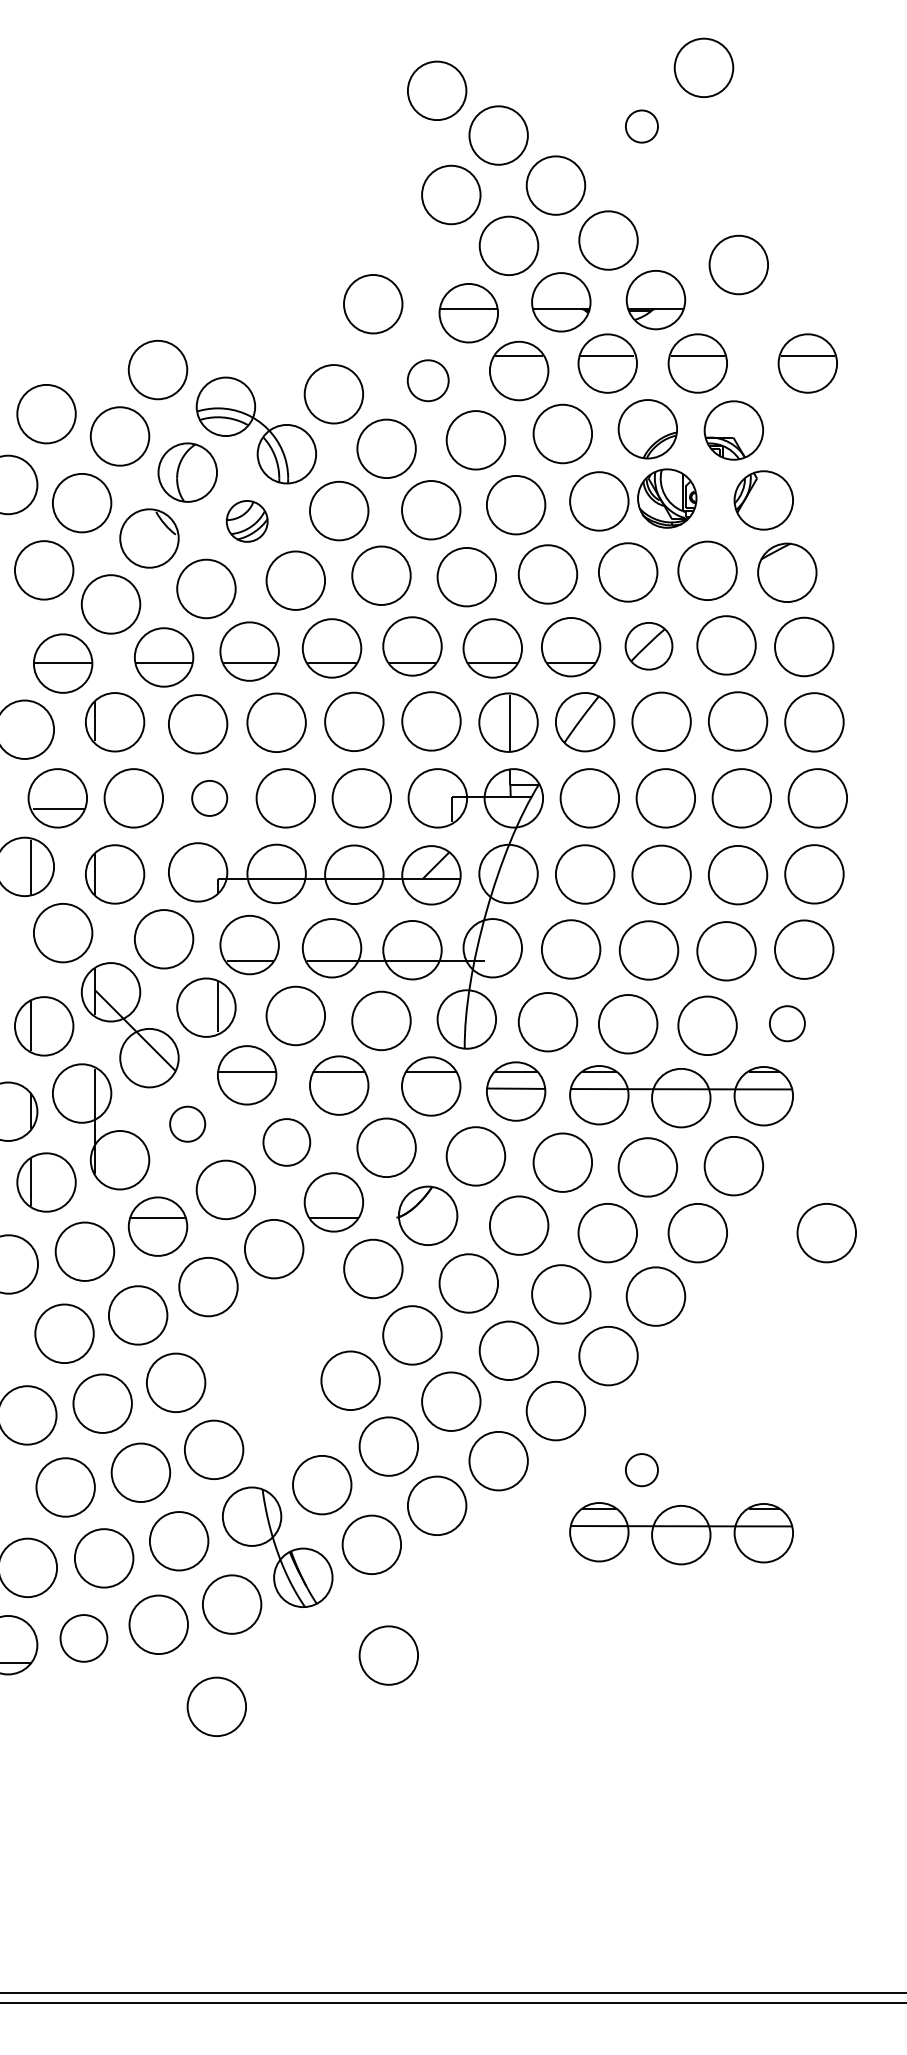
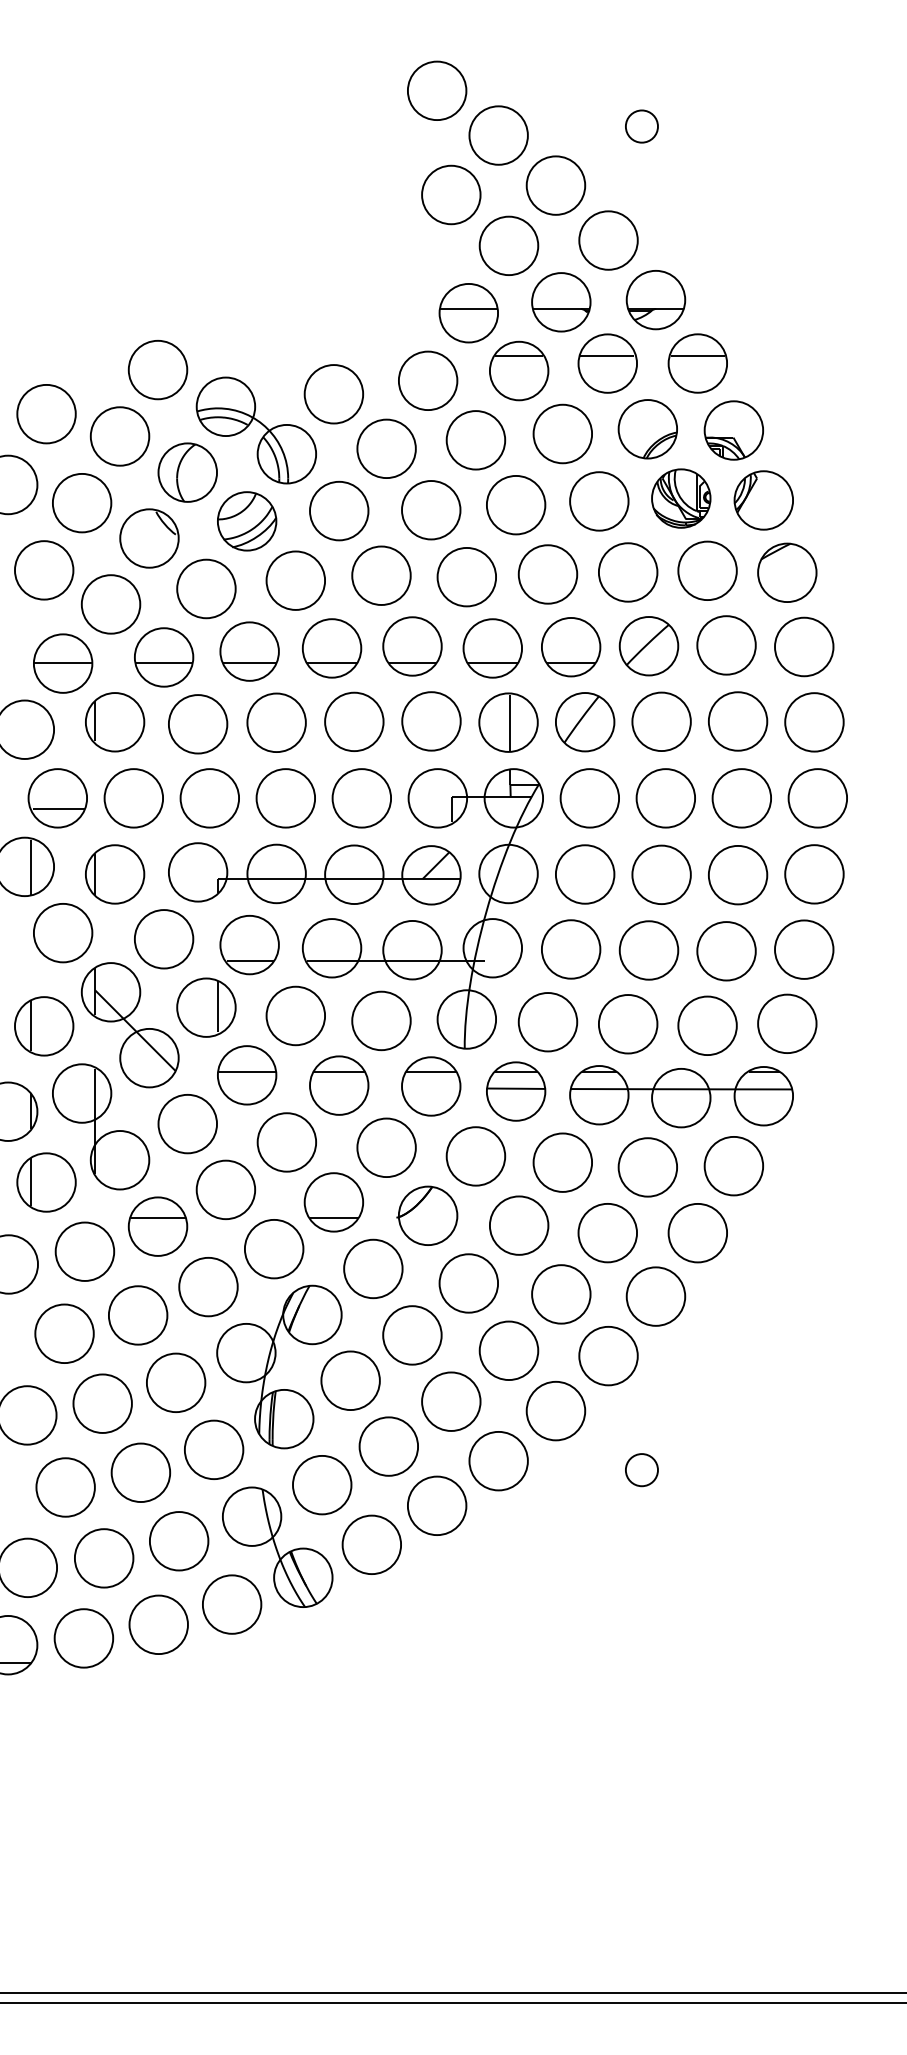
part at (703, 67): present -> none
part at (738, 264): present -> none
part at (373, 304): present -> none
part at (807, 363): present -> none
part at (427, 380) size: 44x44 px -> 61x61 px
part at (667, 498) position: (667, 498) -> (681, 498)
part at (246, 521) size: 44x43 px -> 61x61 px
part at (648, 646) size: 50x49 px -> 62x61 px
part at (209, 798) size: 38x37 px -> 61x61 px
part at (787, 1023) size: 37x38 px -> 61x61 px
part at (187, 1123) size: 38x38 px -> 61x61 px
part at (286, 1142) size: 50x49 px -> 61x61 px
part at (826, 1233): present -> none
part at (279, 1366): none -> present
part at (681, 1533): present -> none
part at (83, 1638) size: 50x49 px -> 62x61 px
part at (388, 1655): present -> none
part at (216, 1706): present -> none
